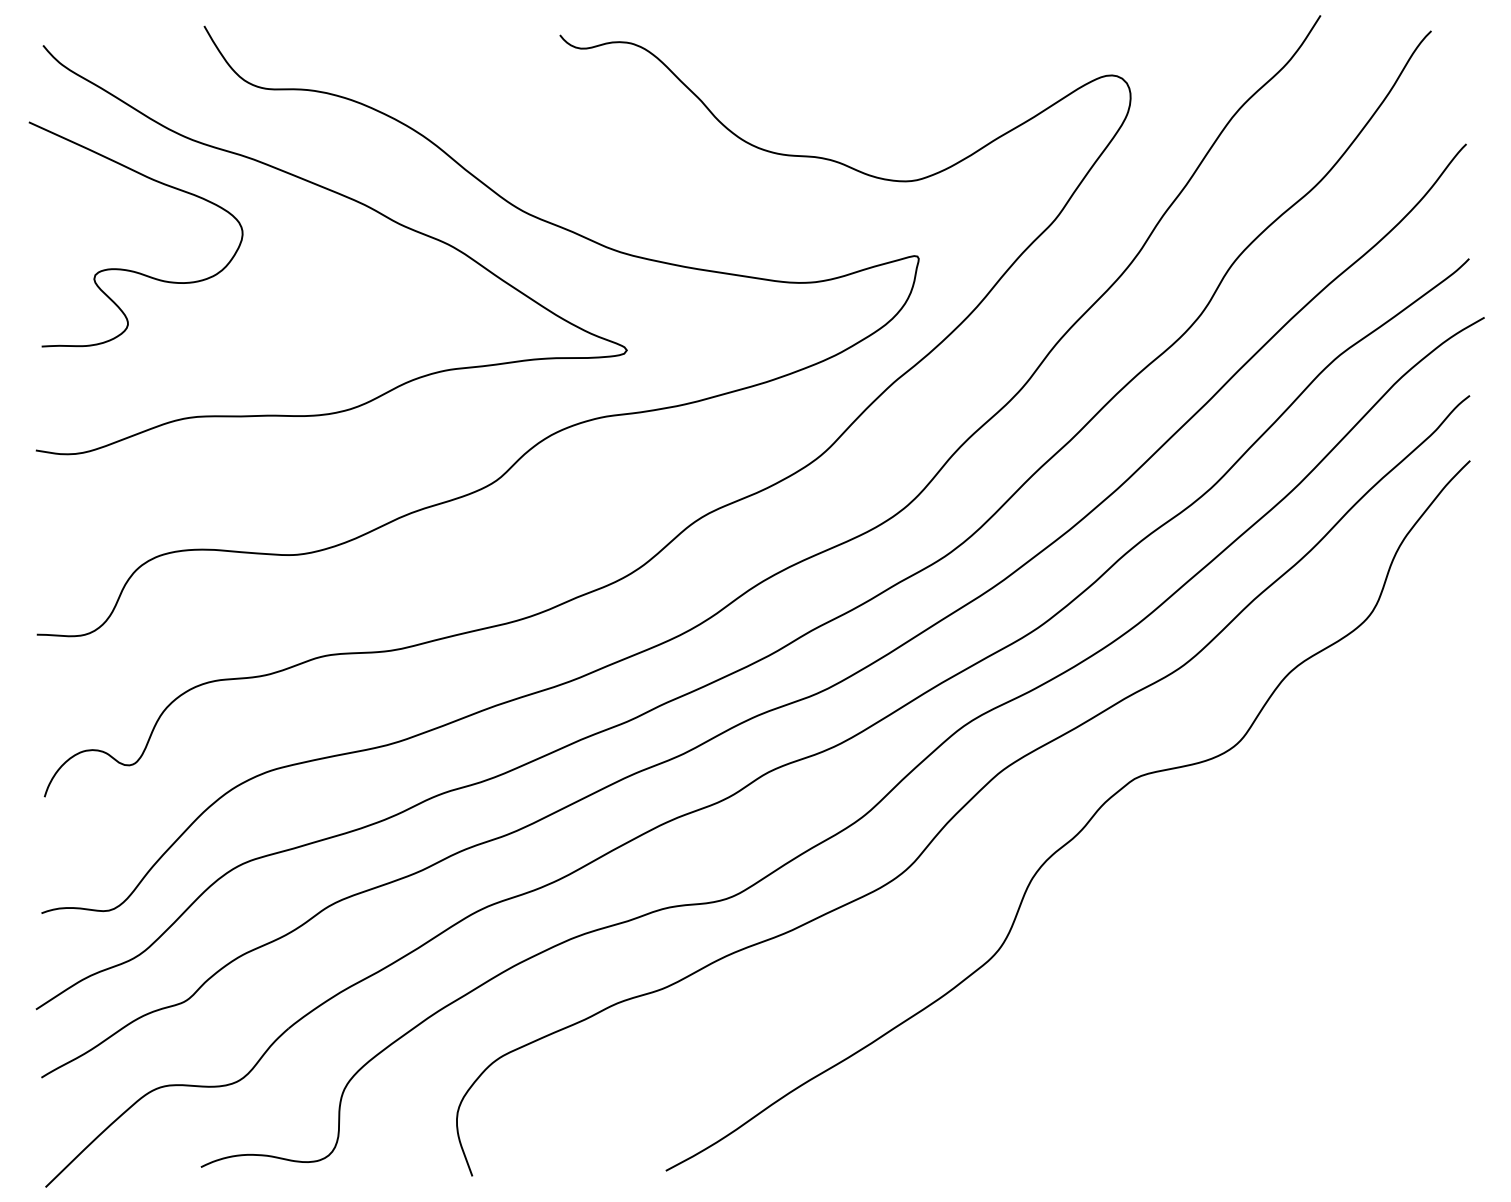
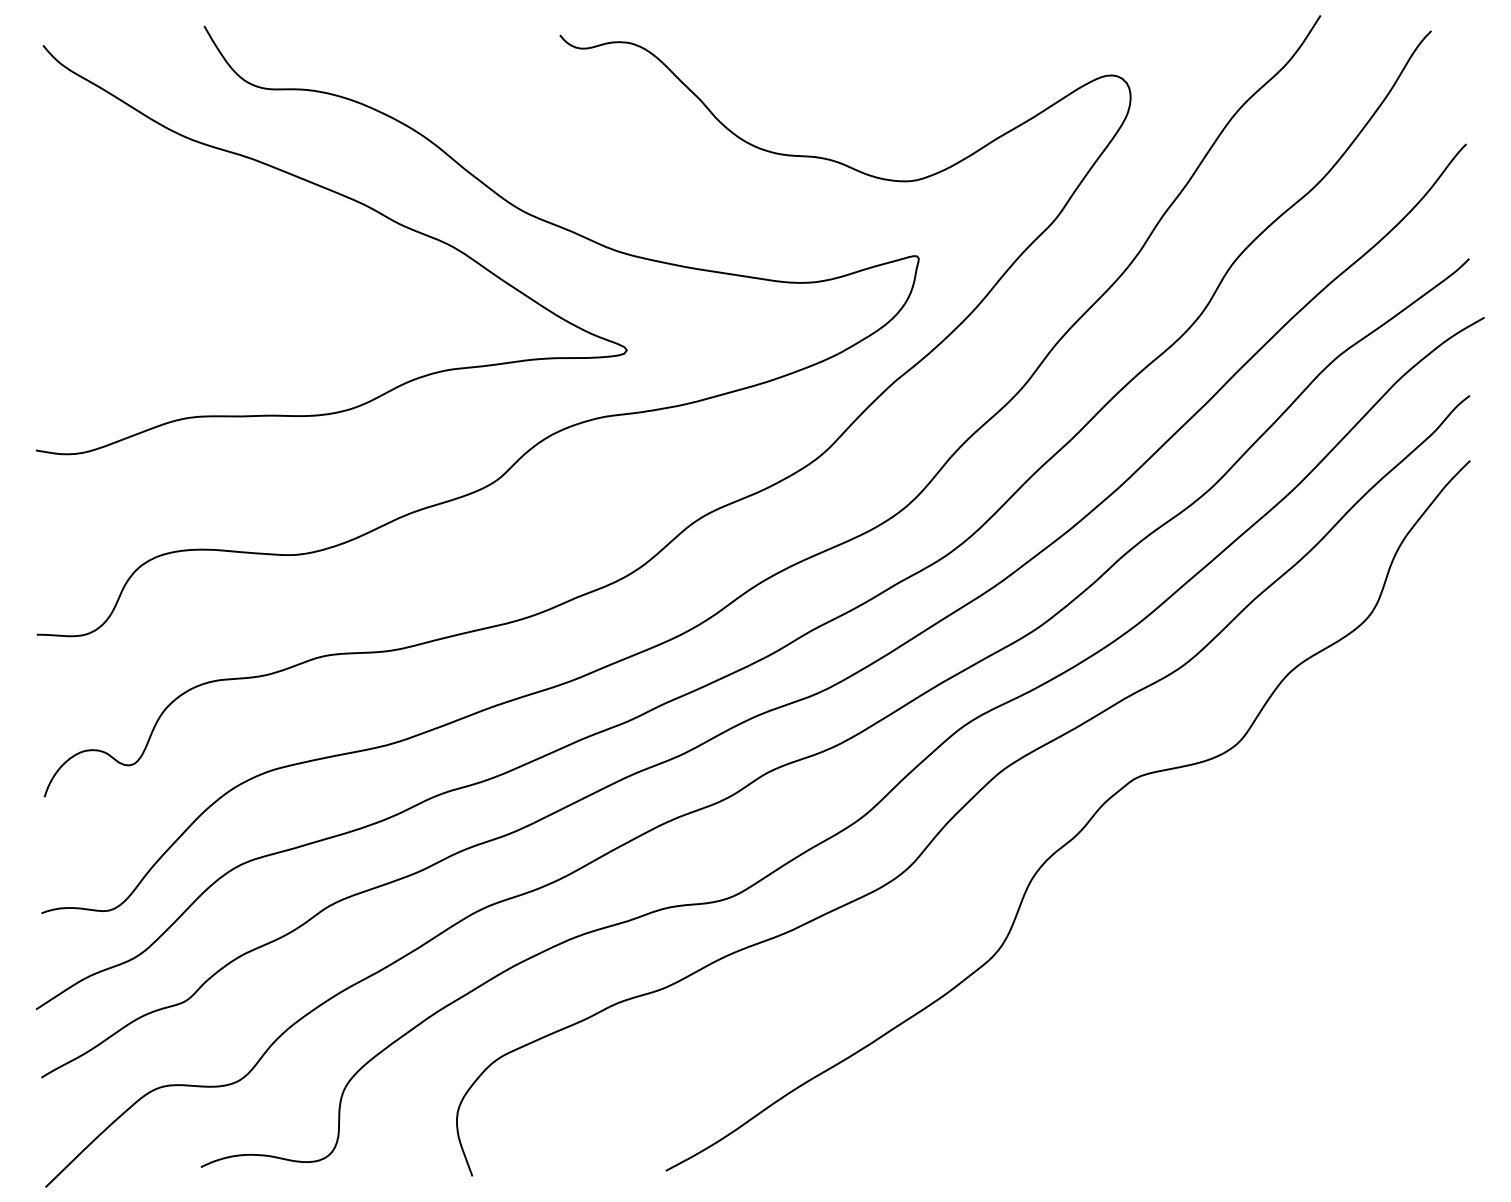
curve at (129, 269): present -> none
